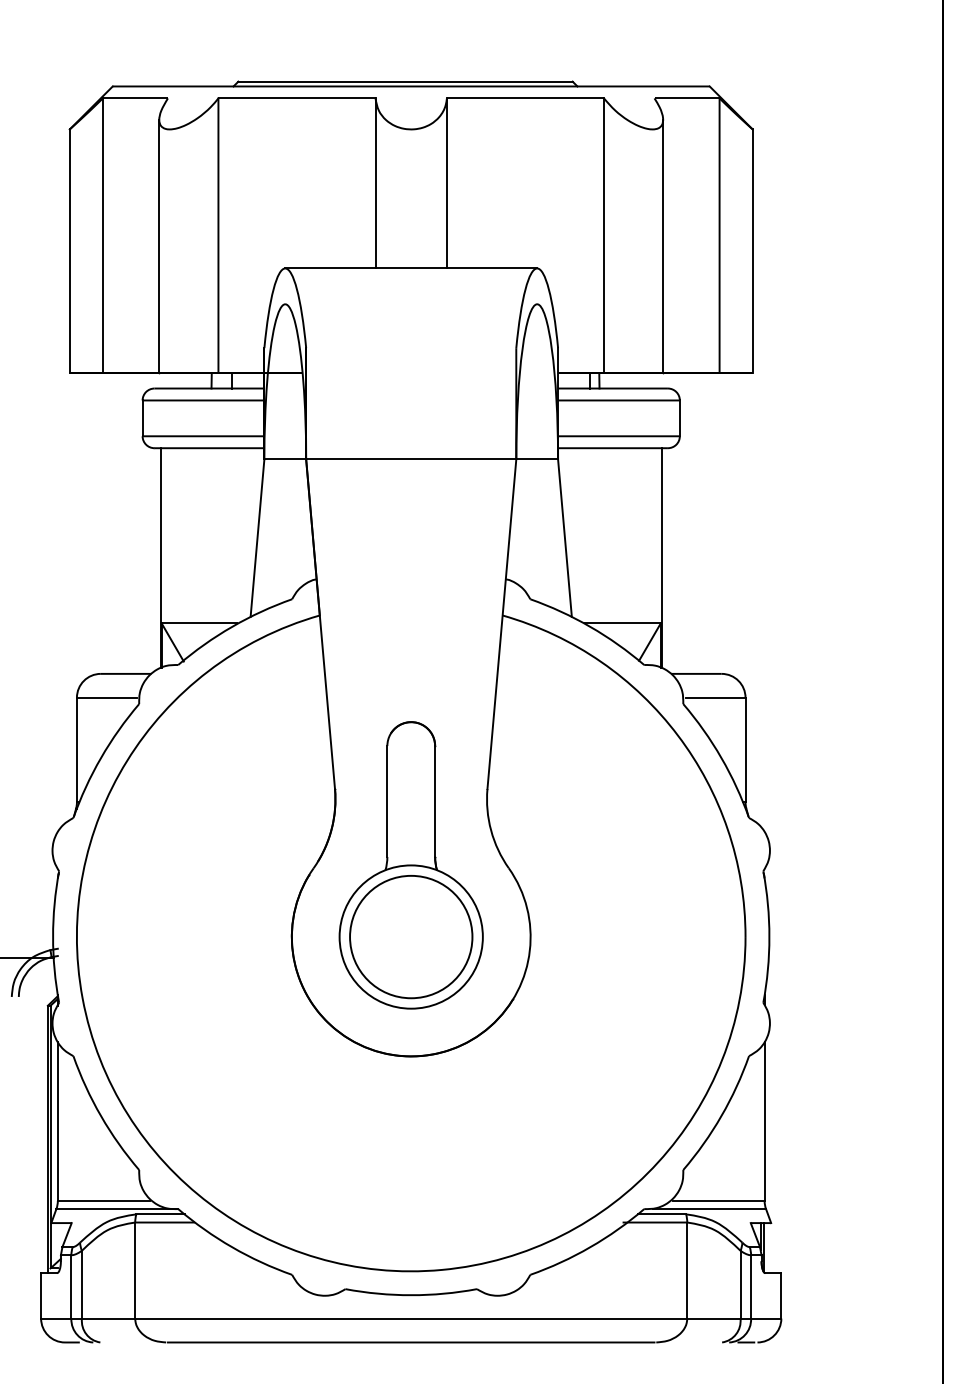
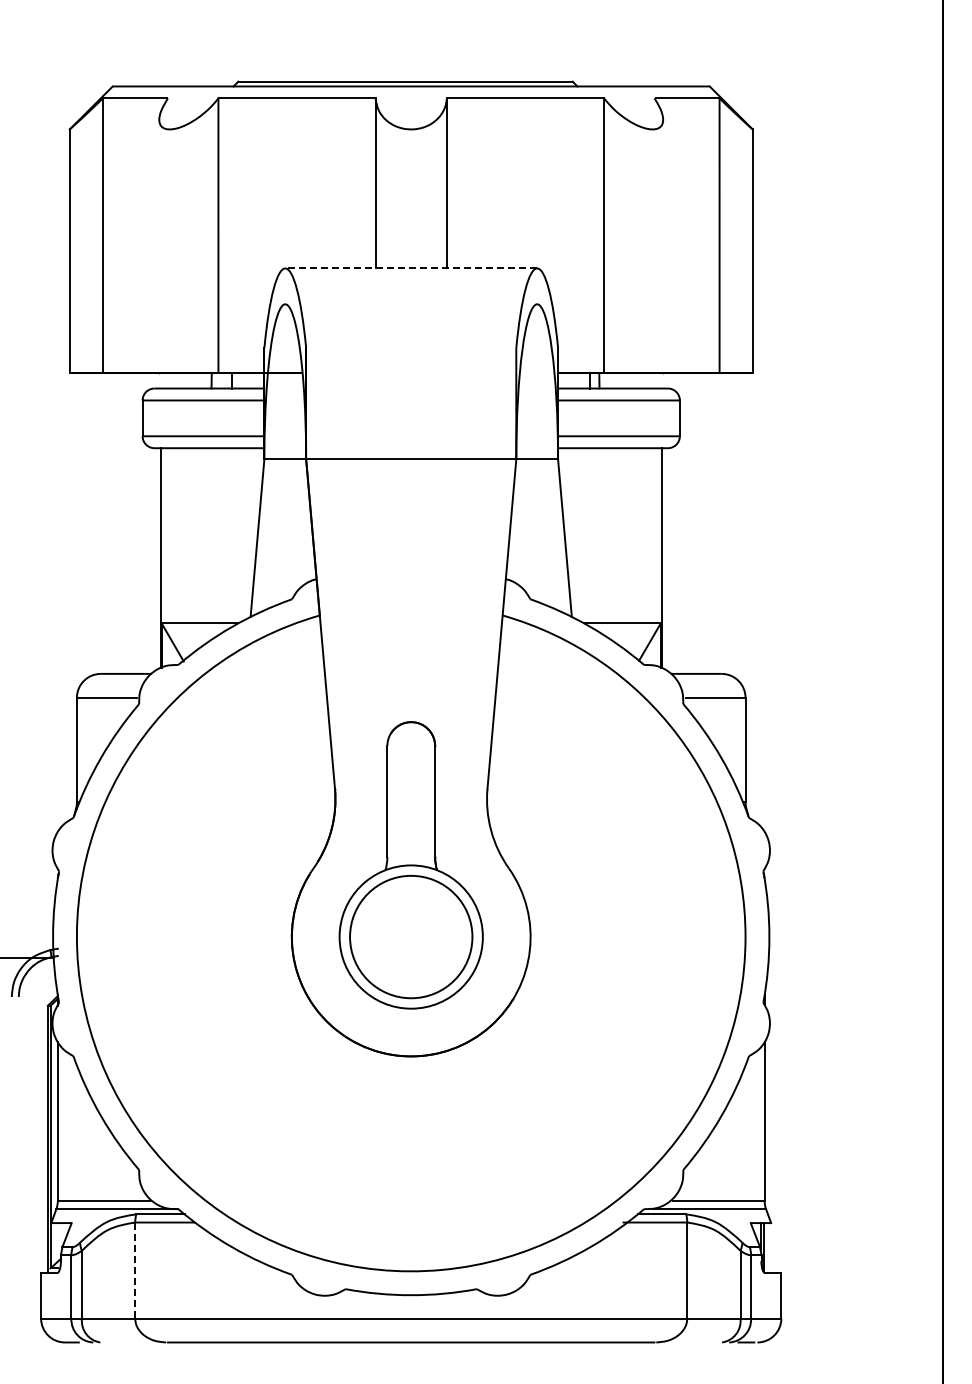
line at (159, 246): present -> none
line at (663, 246): present -> none
line at (411, 268): solid -> dashed
line at (135, 1271): solid -> dashed
